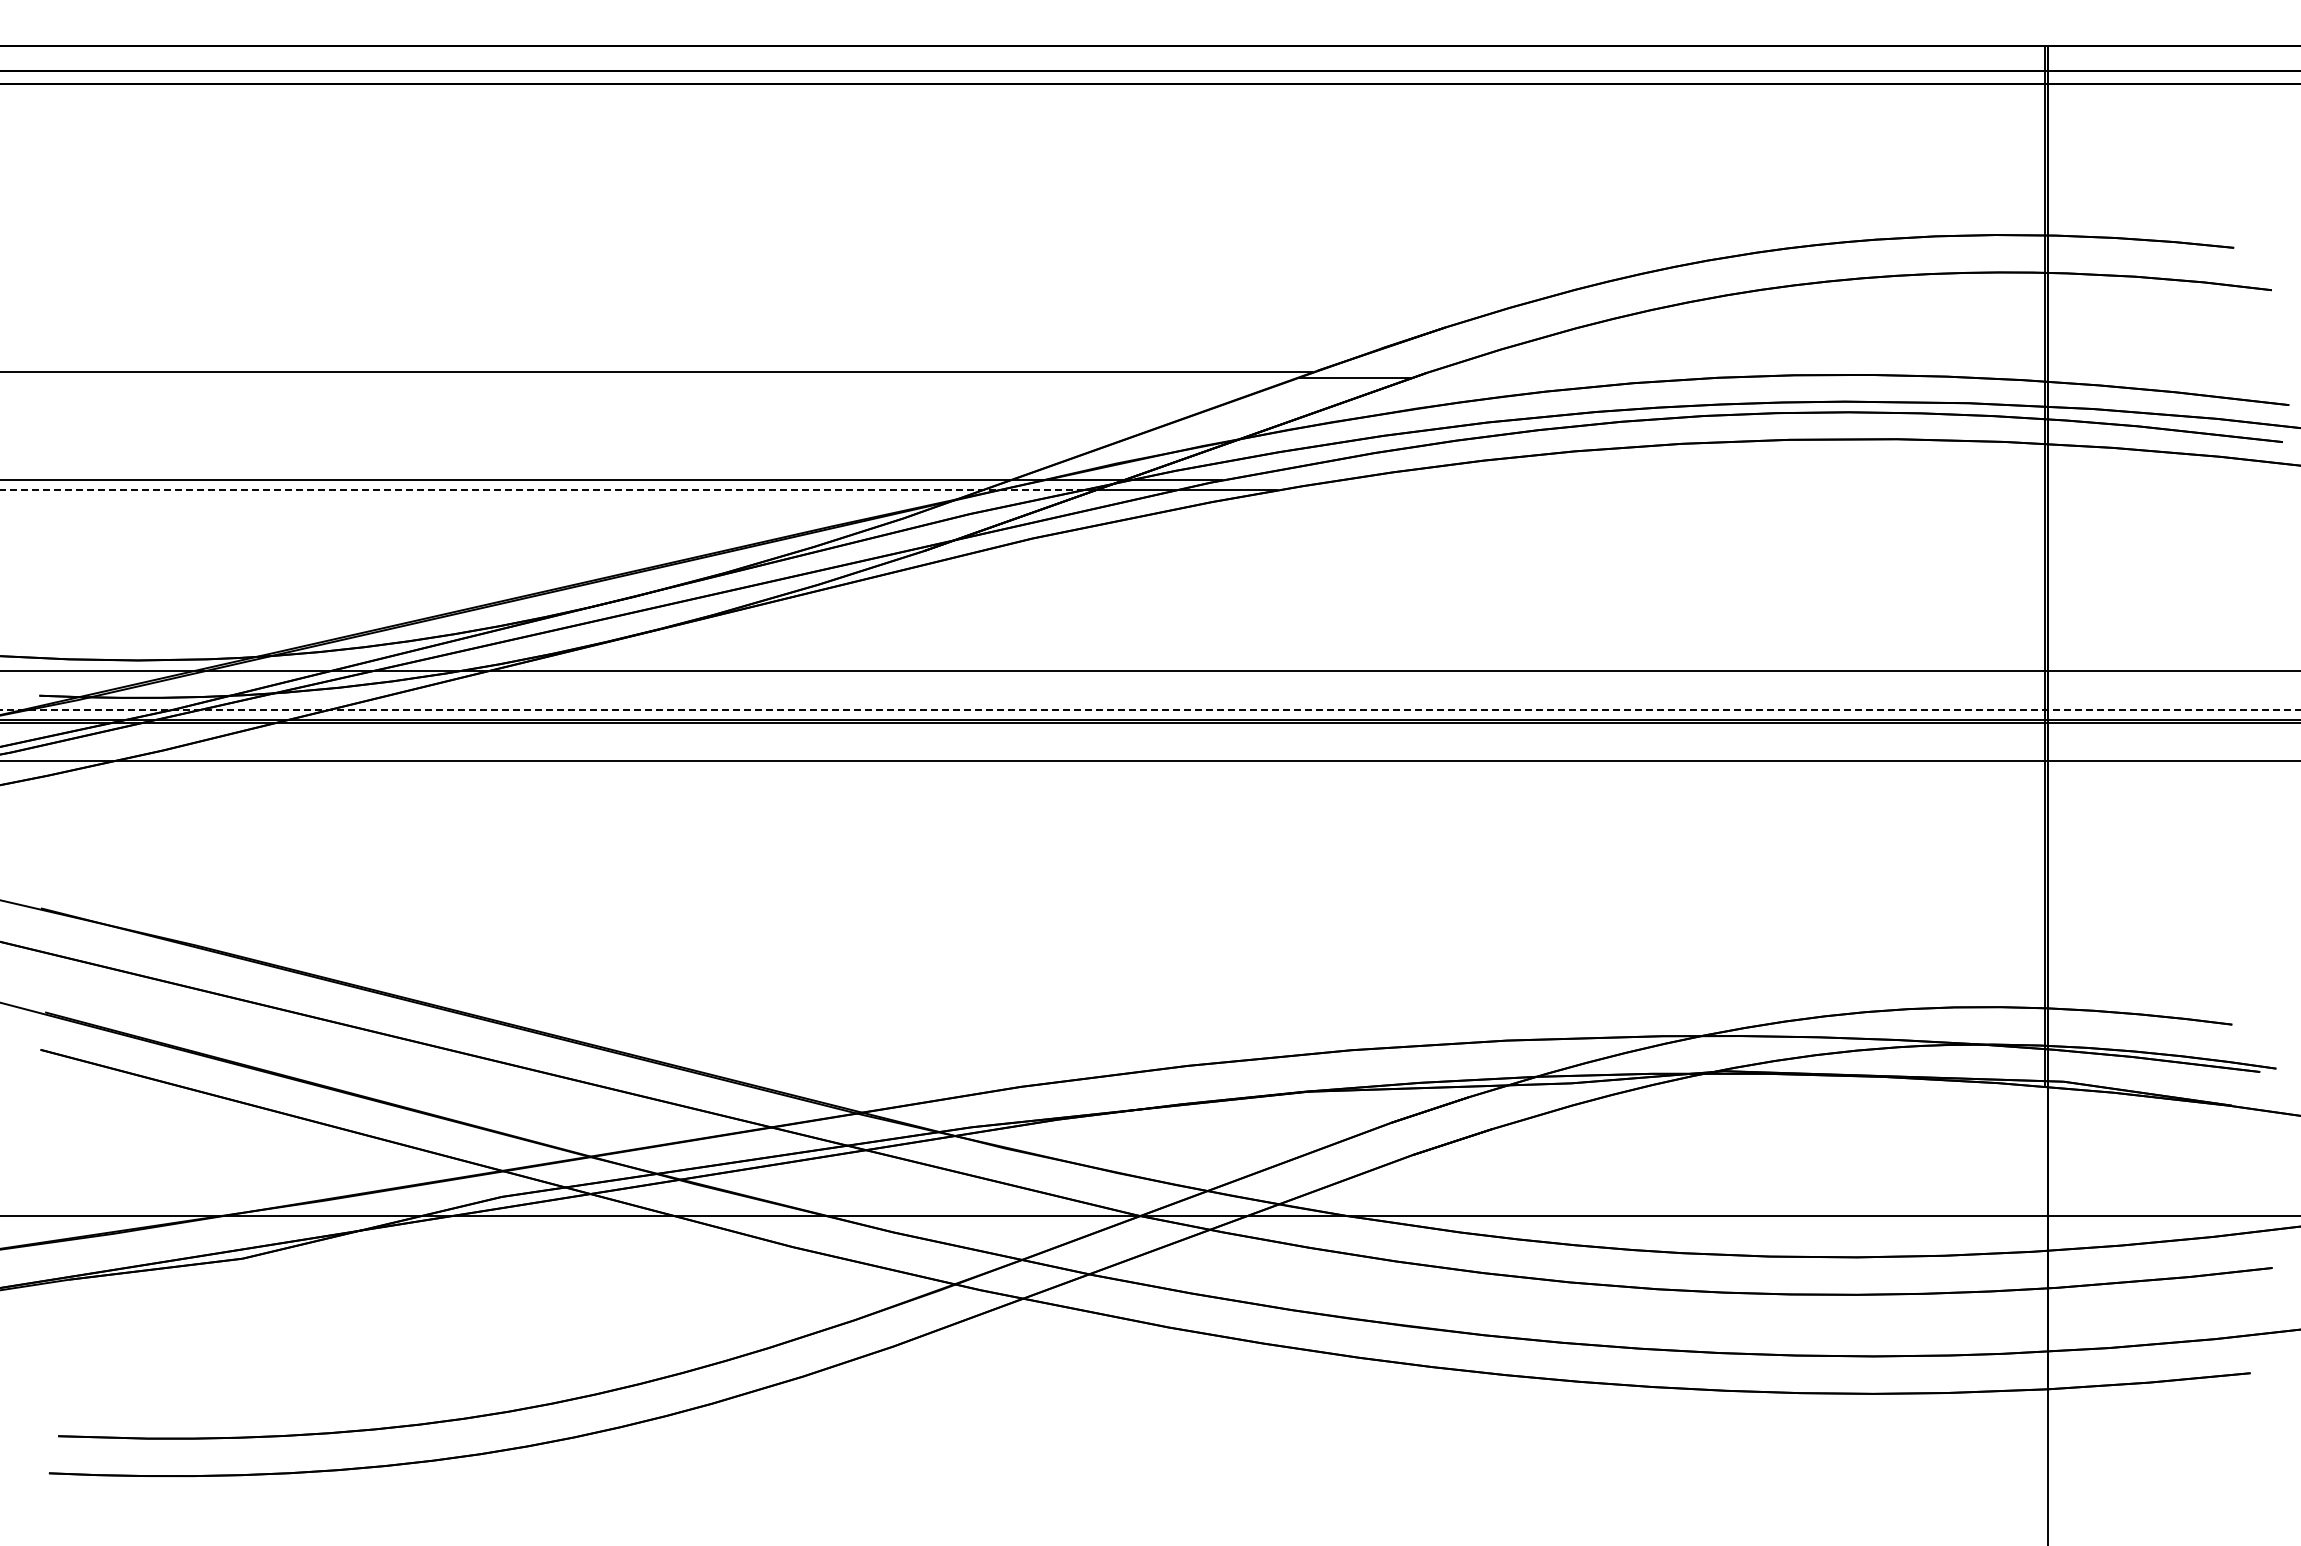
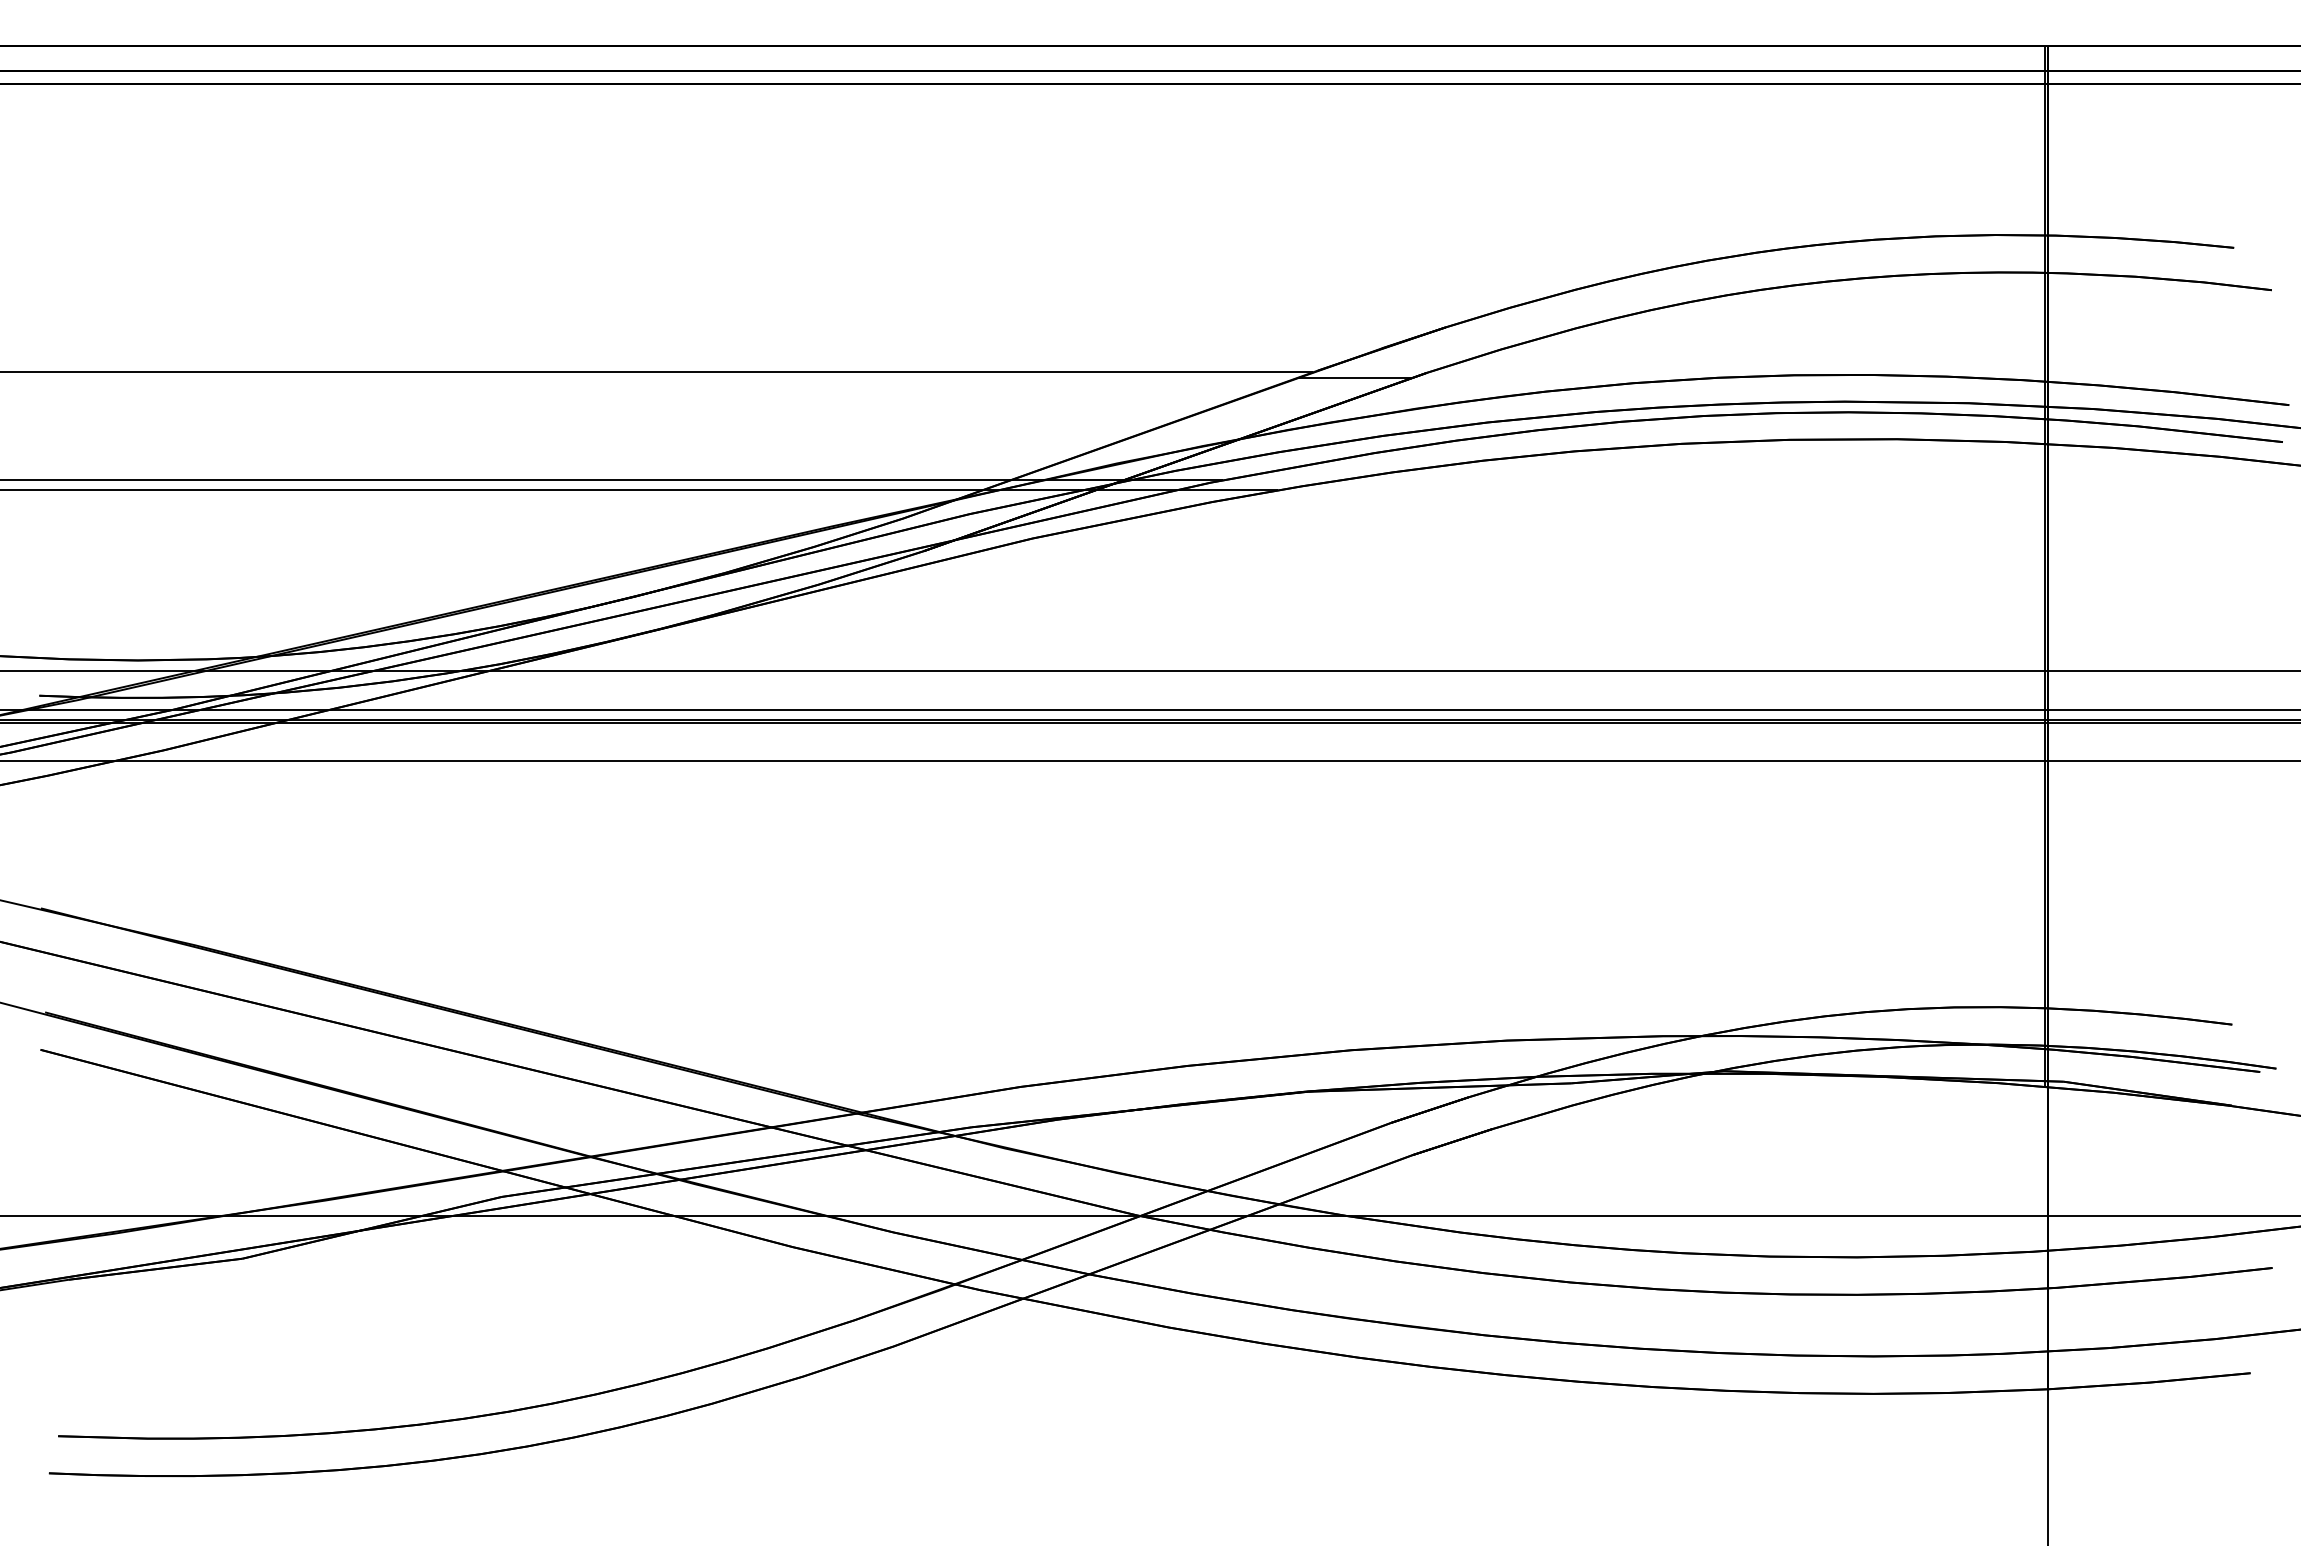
line at (539, 490): dashed -> solid
line at (1150, 709): dashed -> solid
